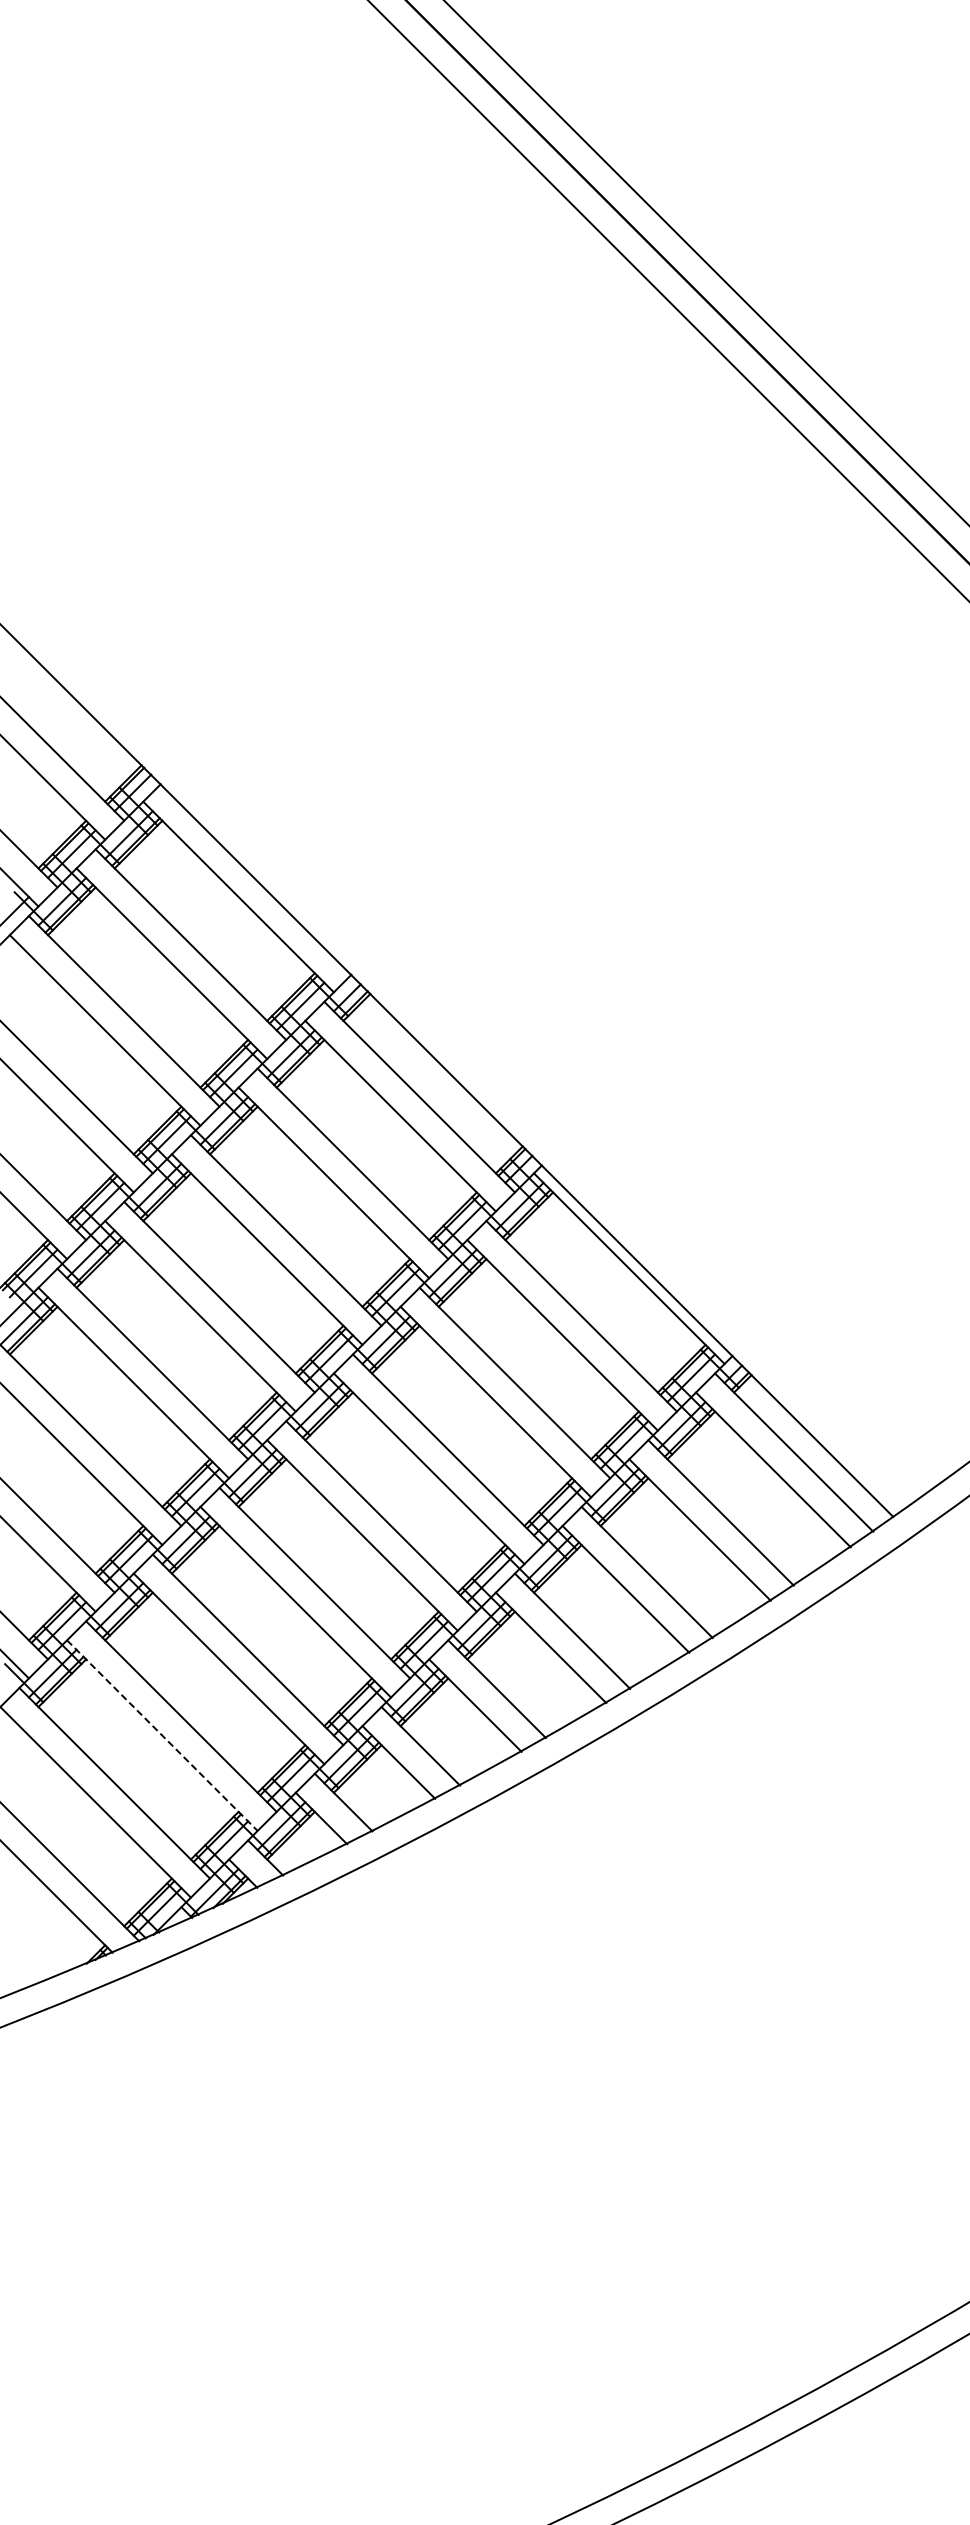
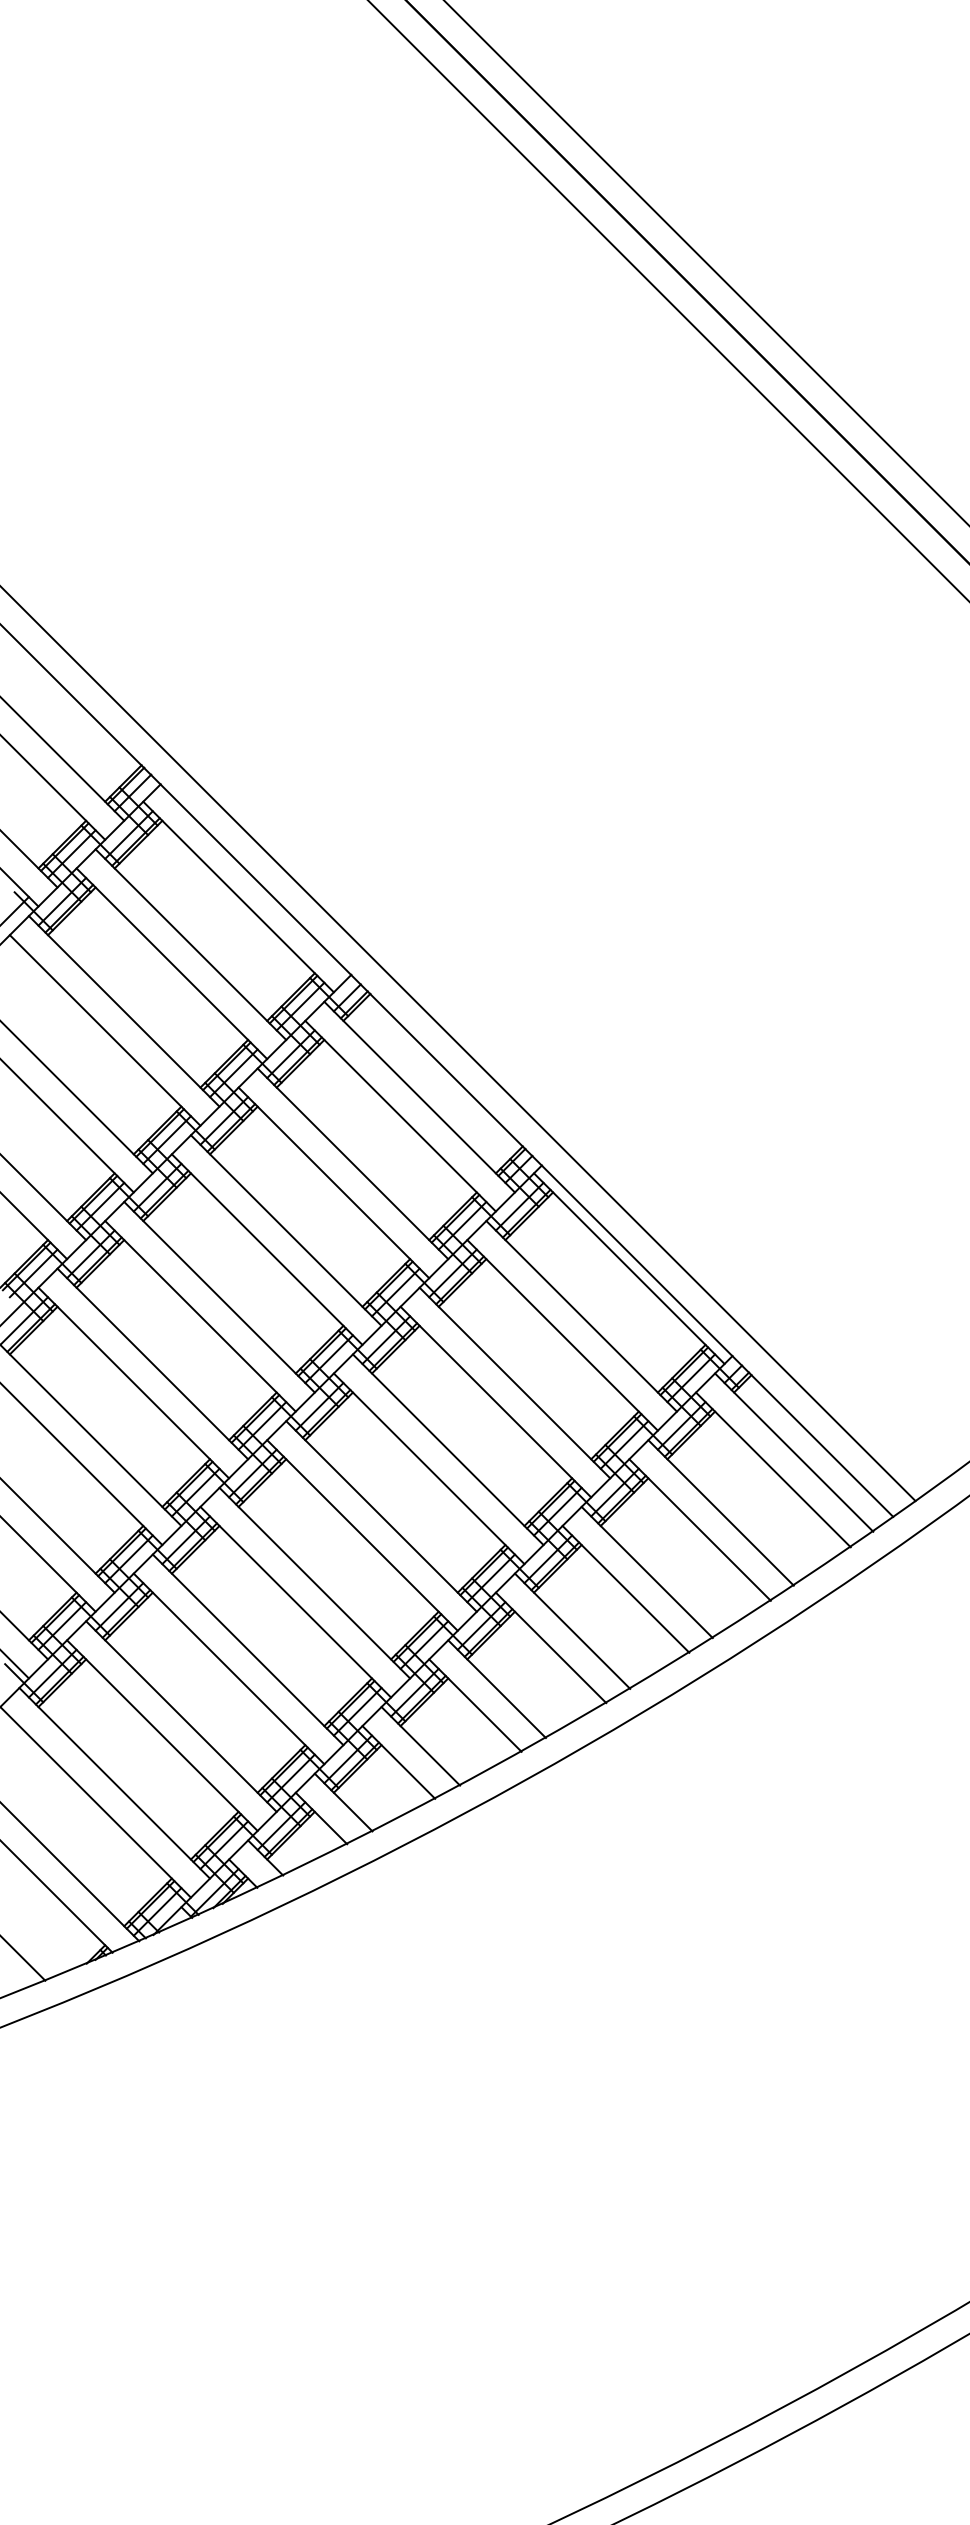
line at (458, 1044): none -> present
line at (162, 1735): dashed -> solid
line at (23, 1958): none -> present
